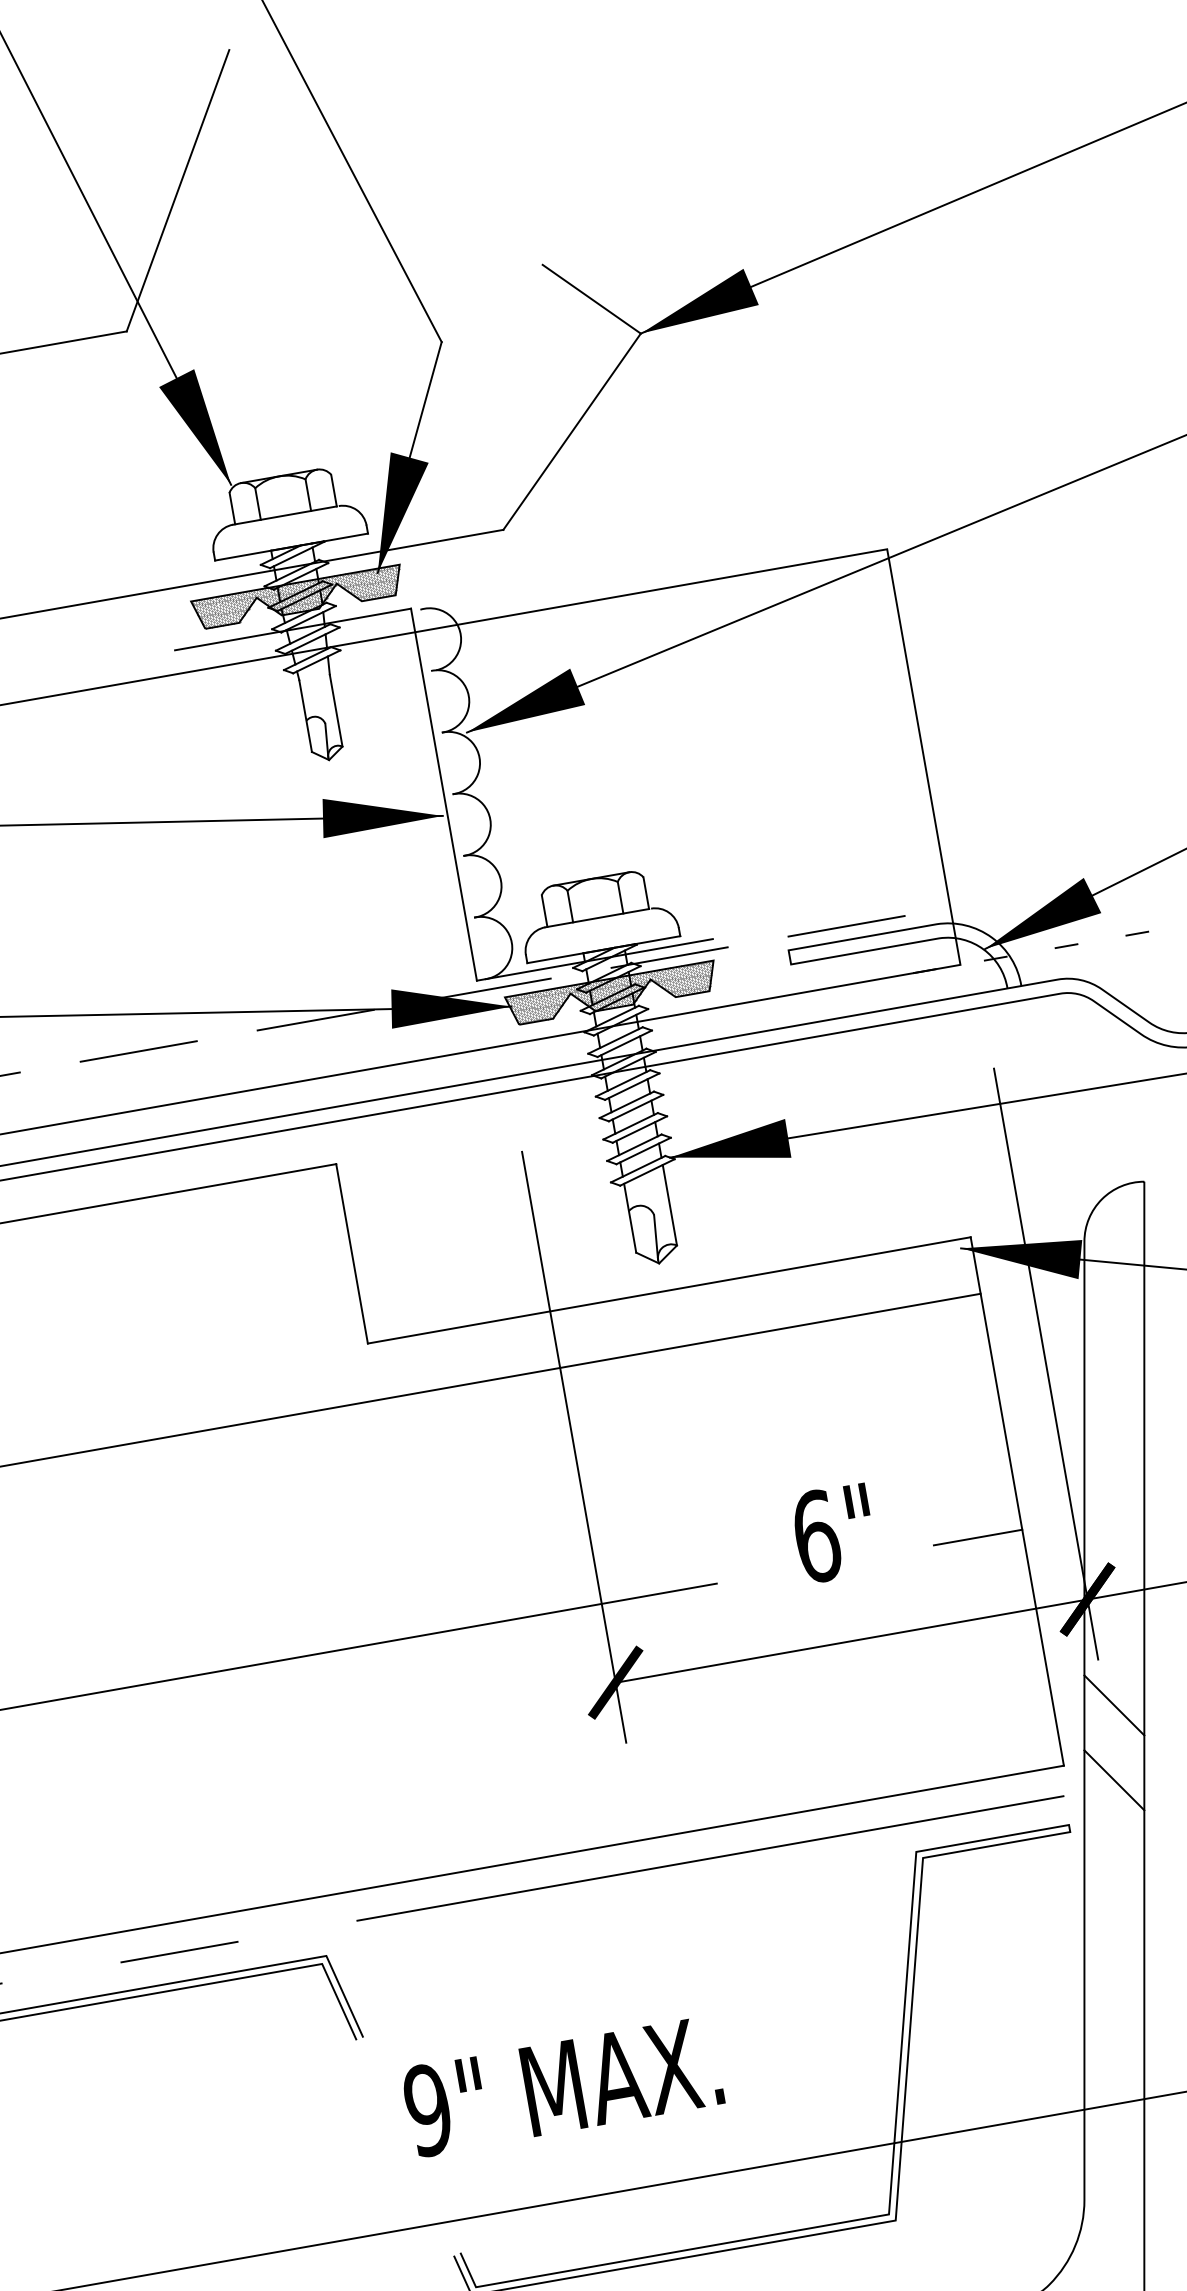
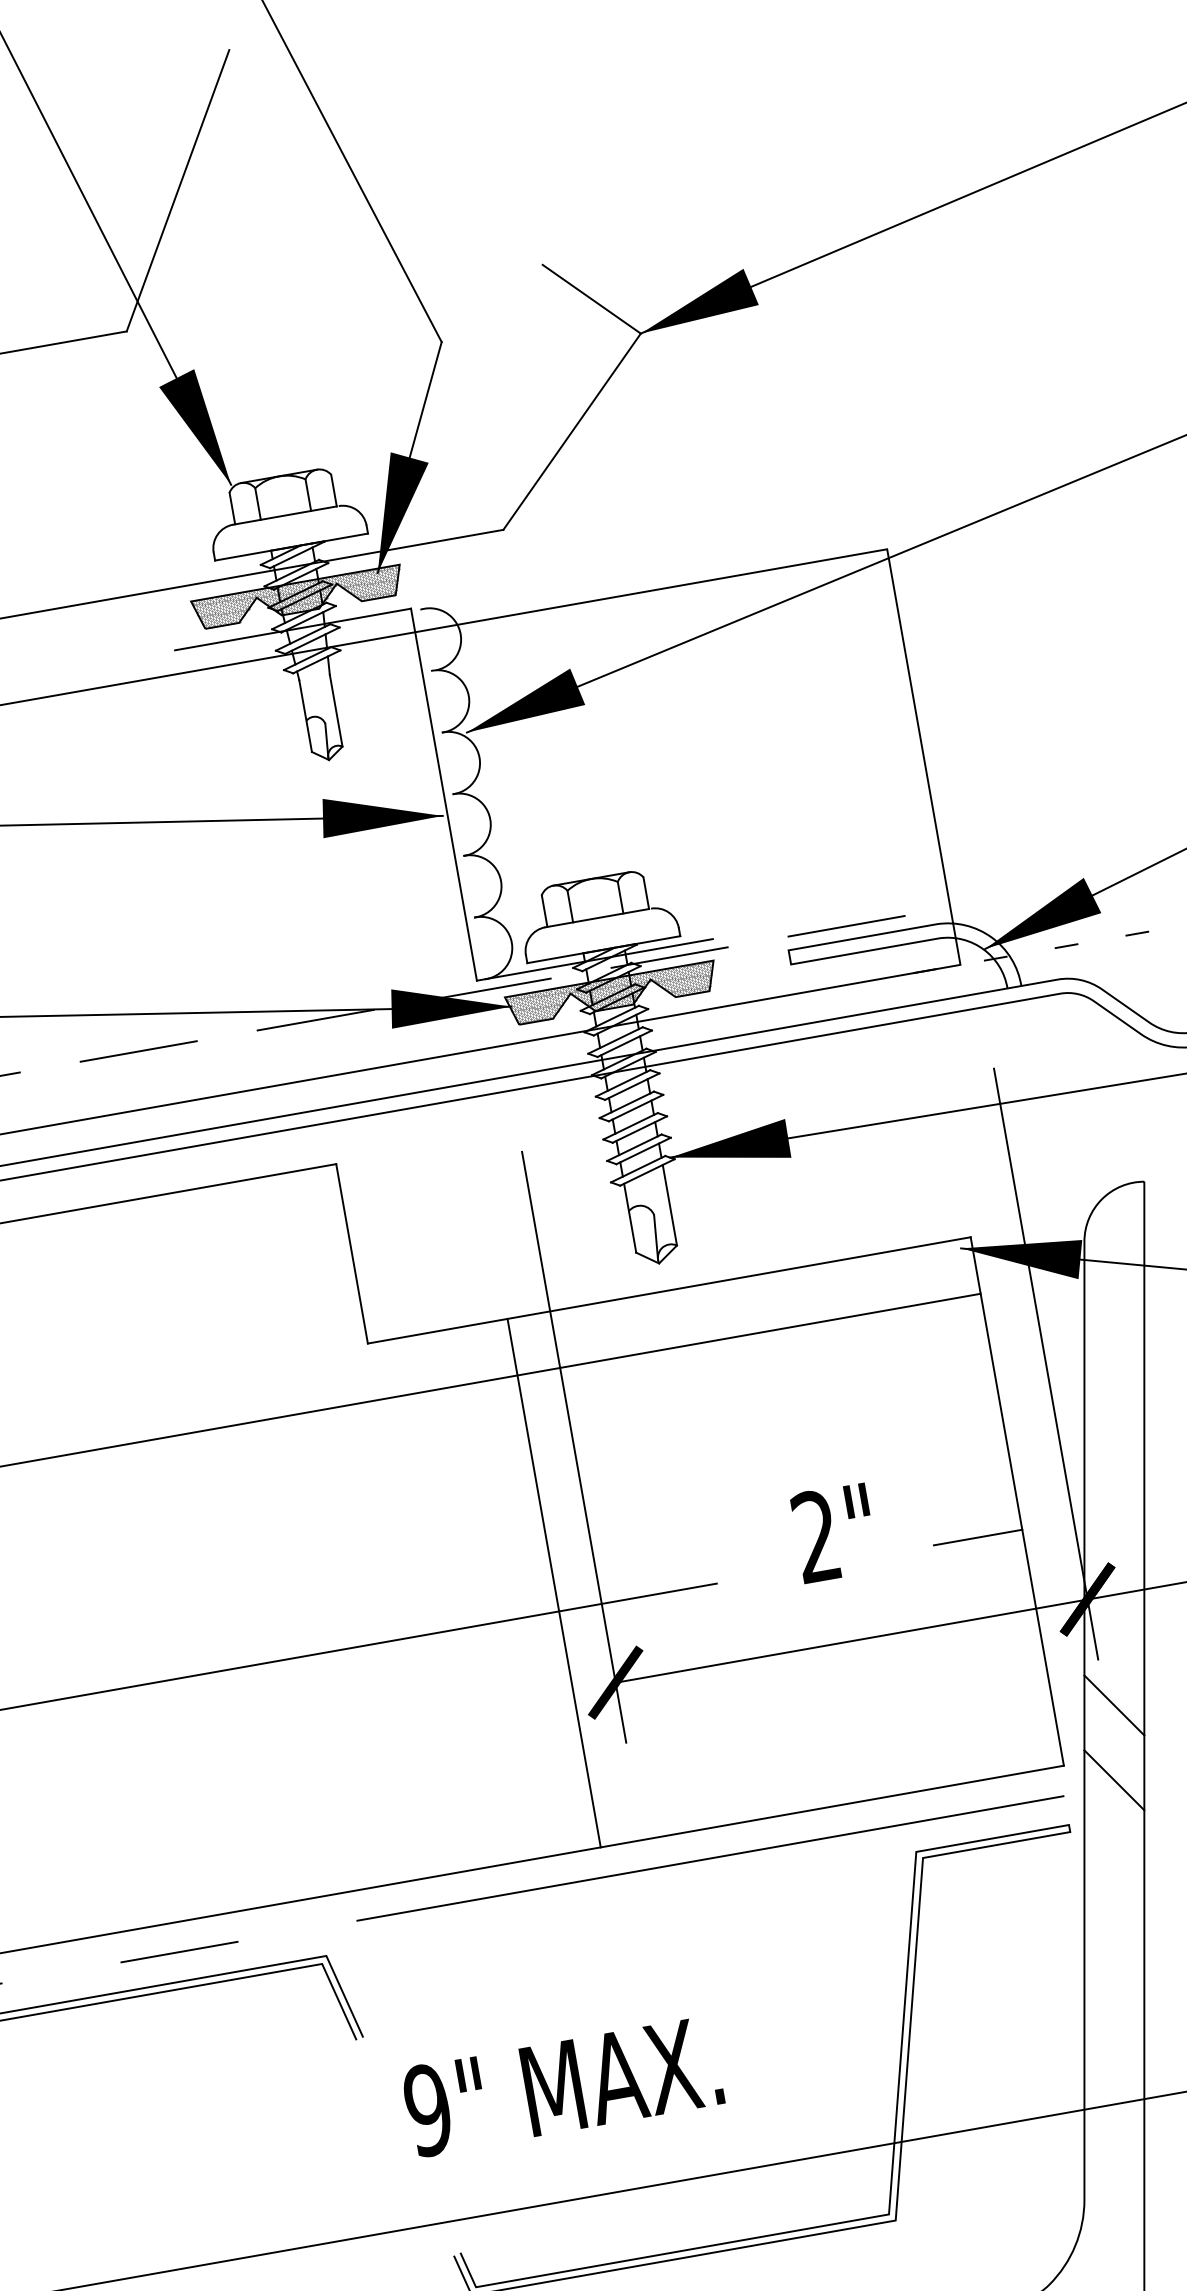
text at (816, 1536): 6" -> 2"
line at (553, 1582): none -> present
